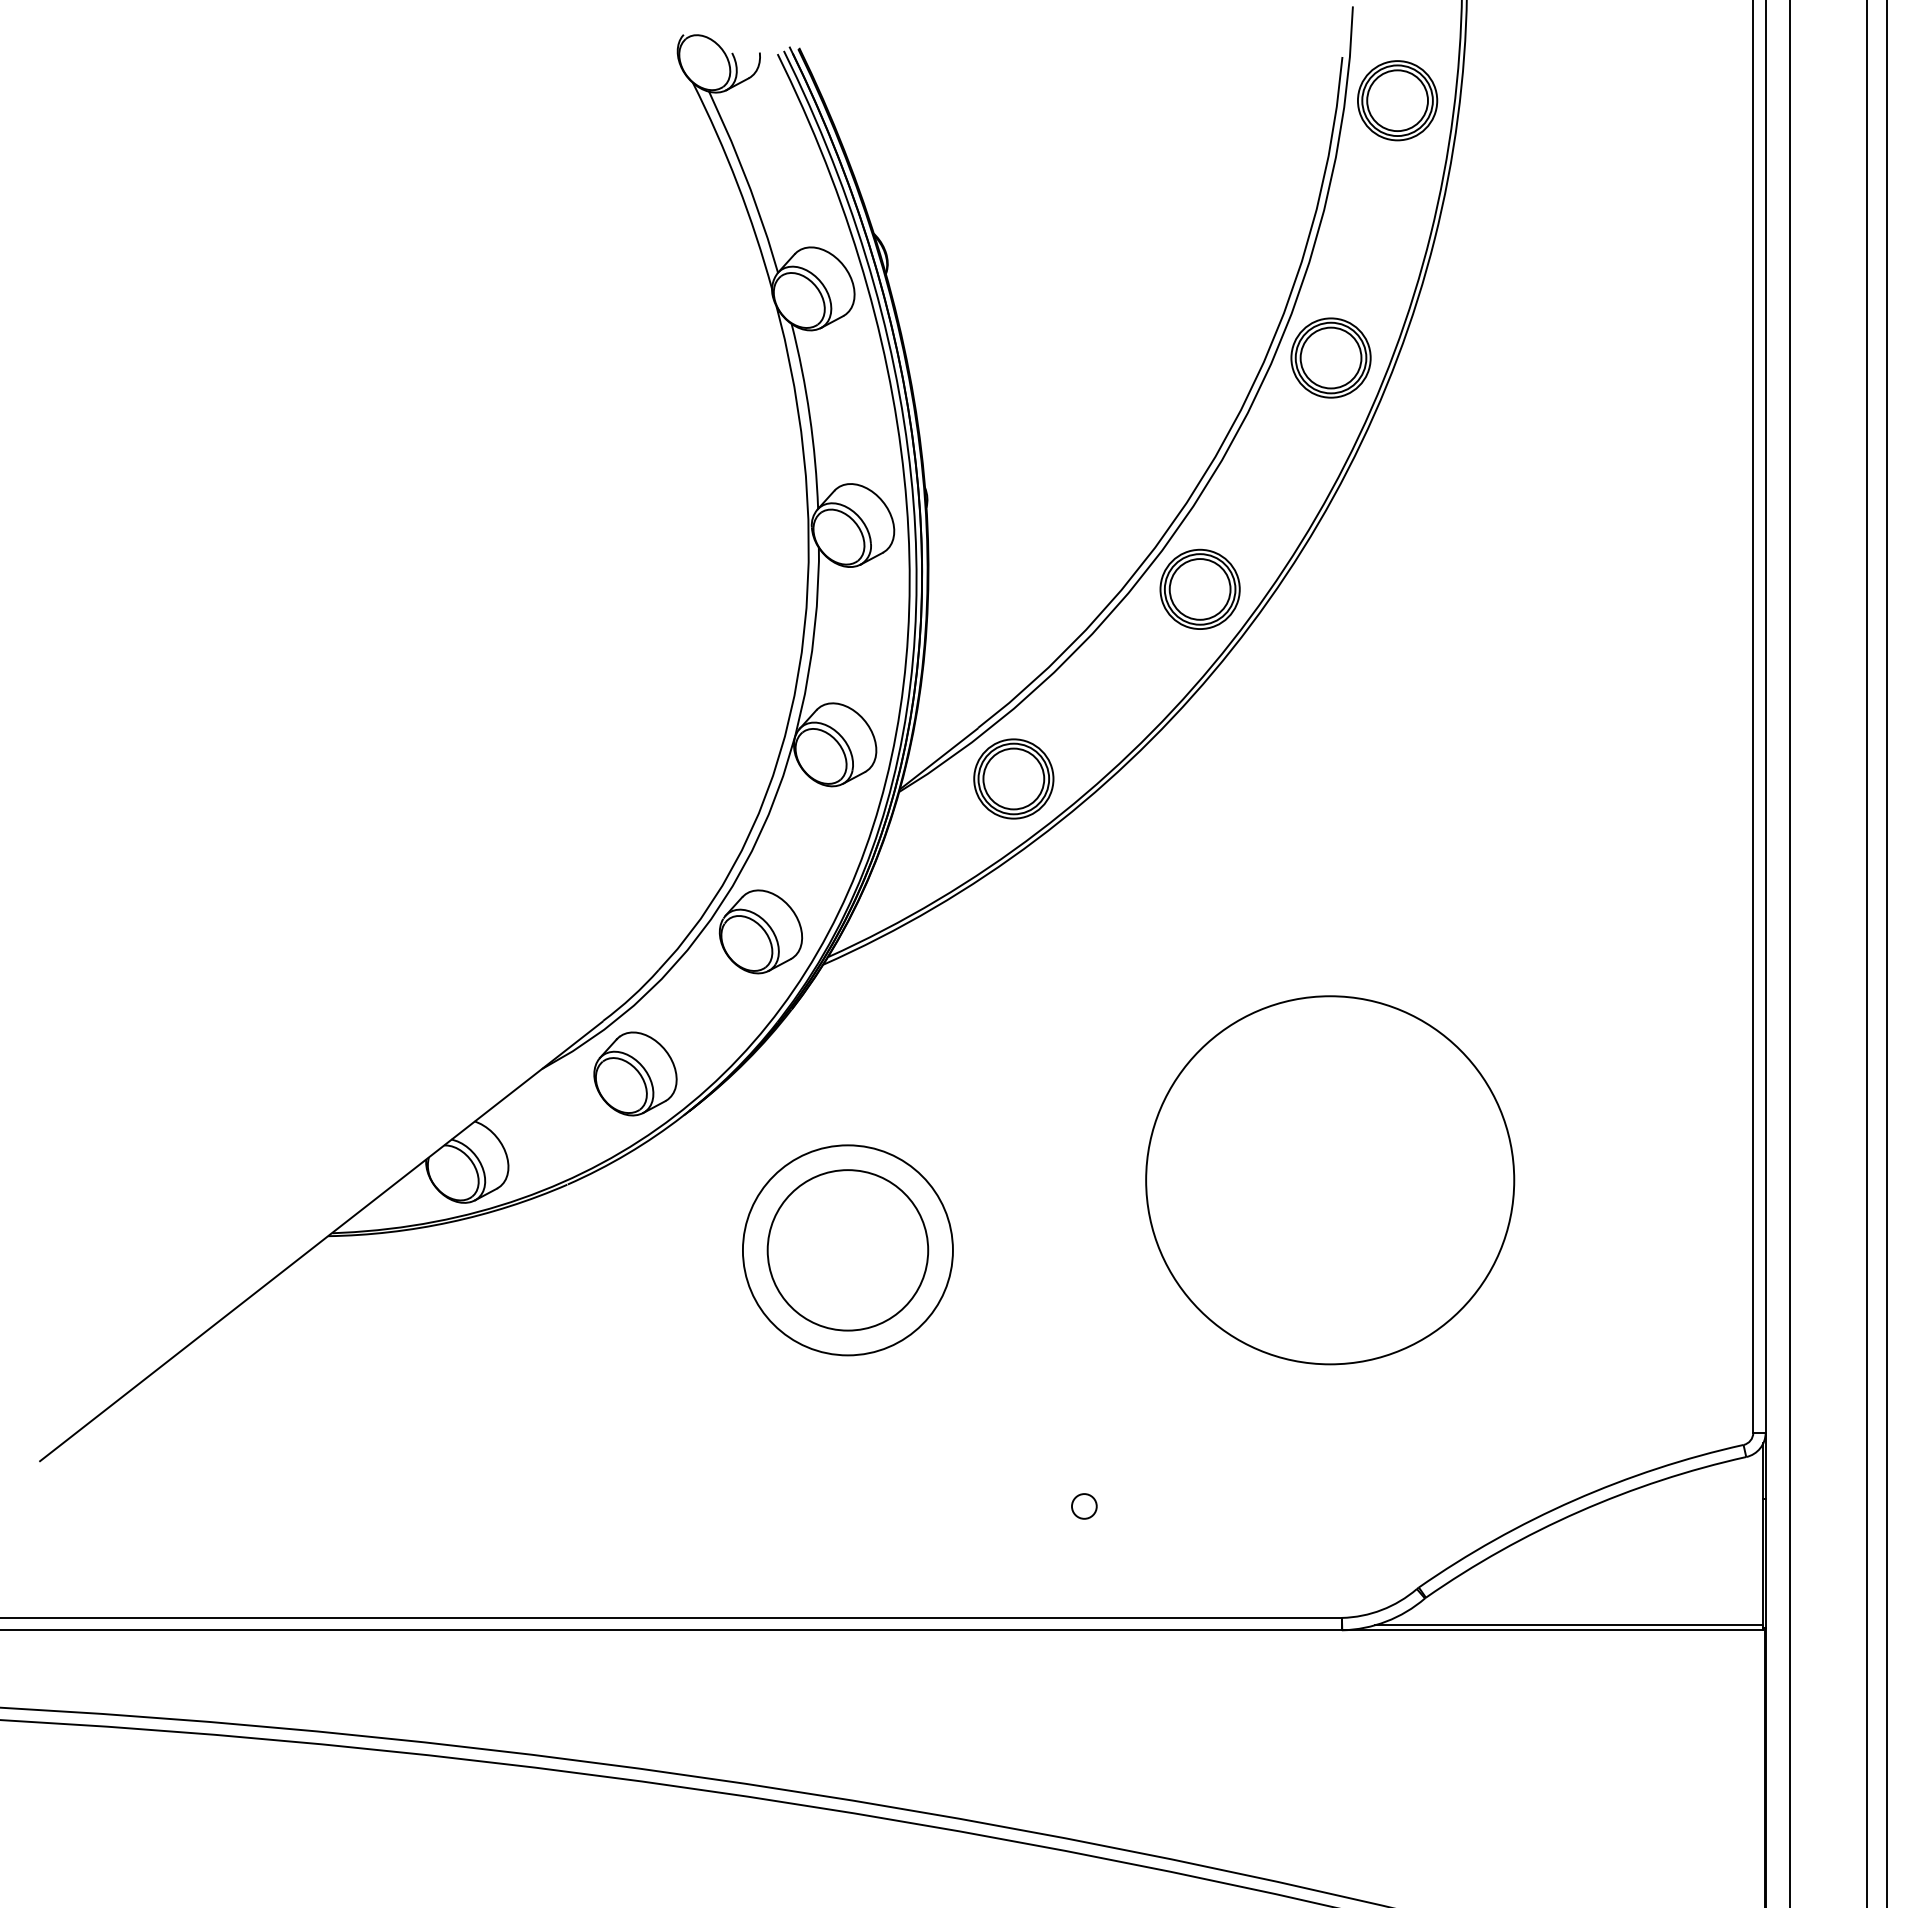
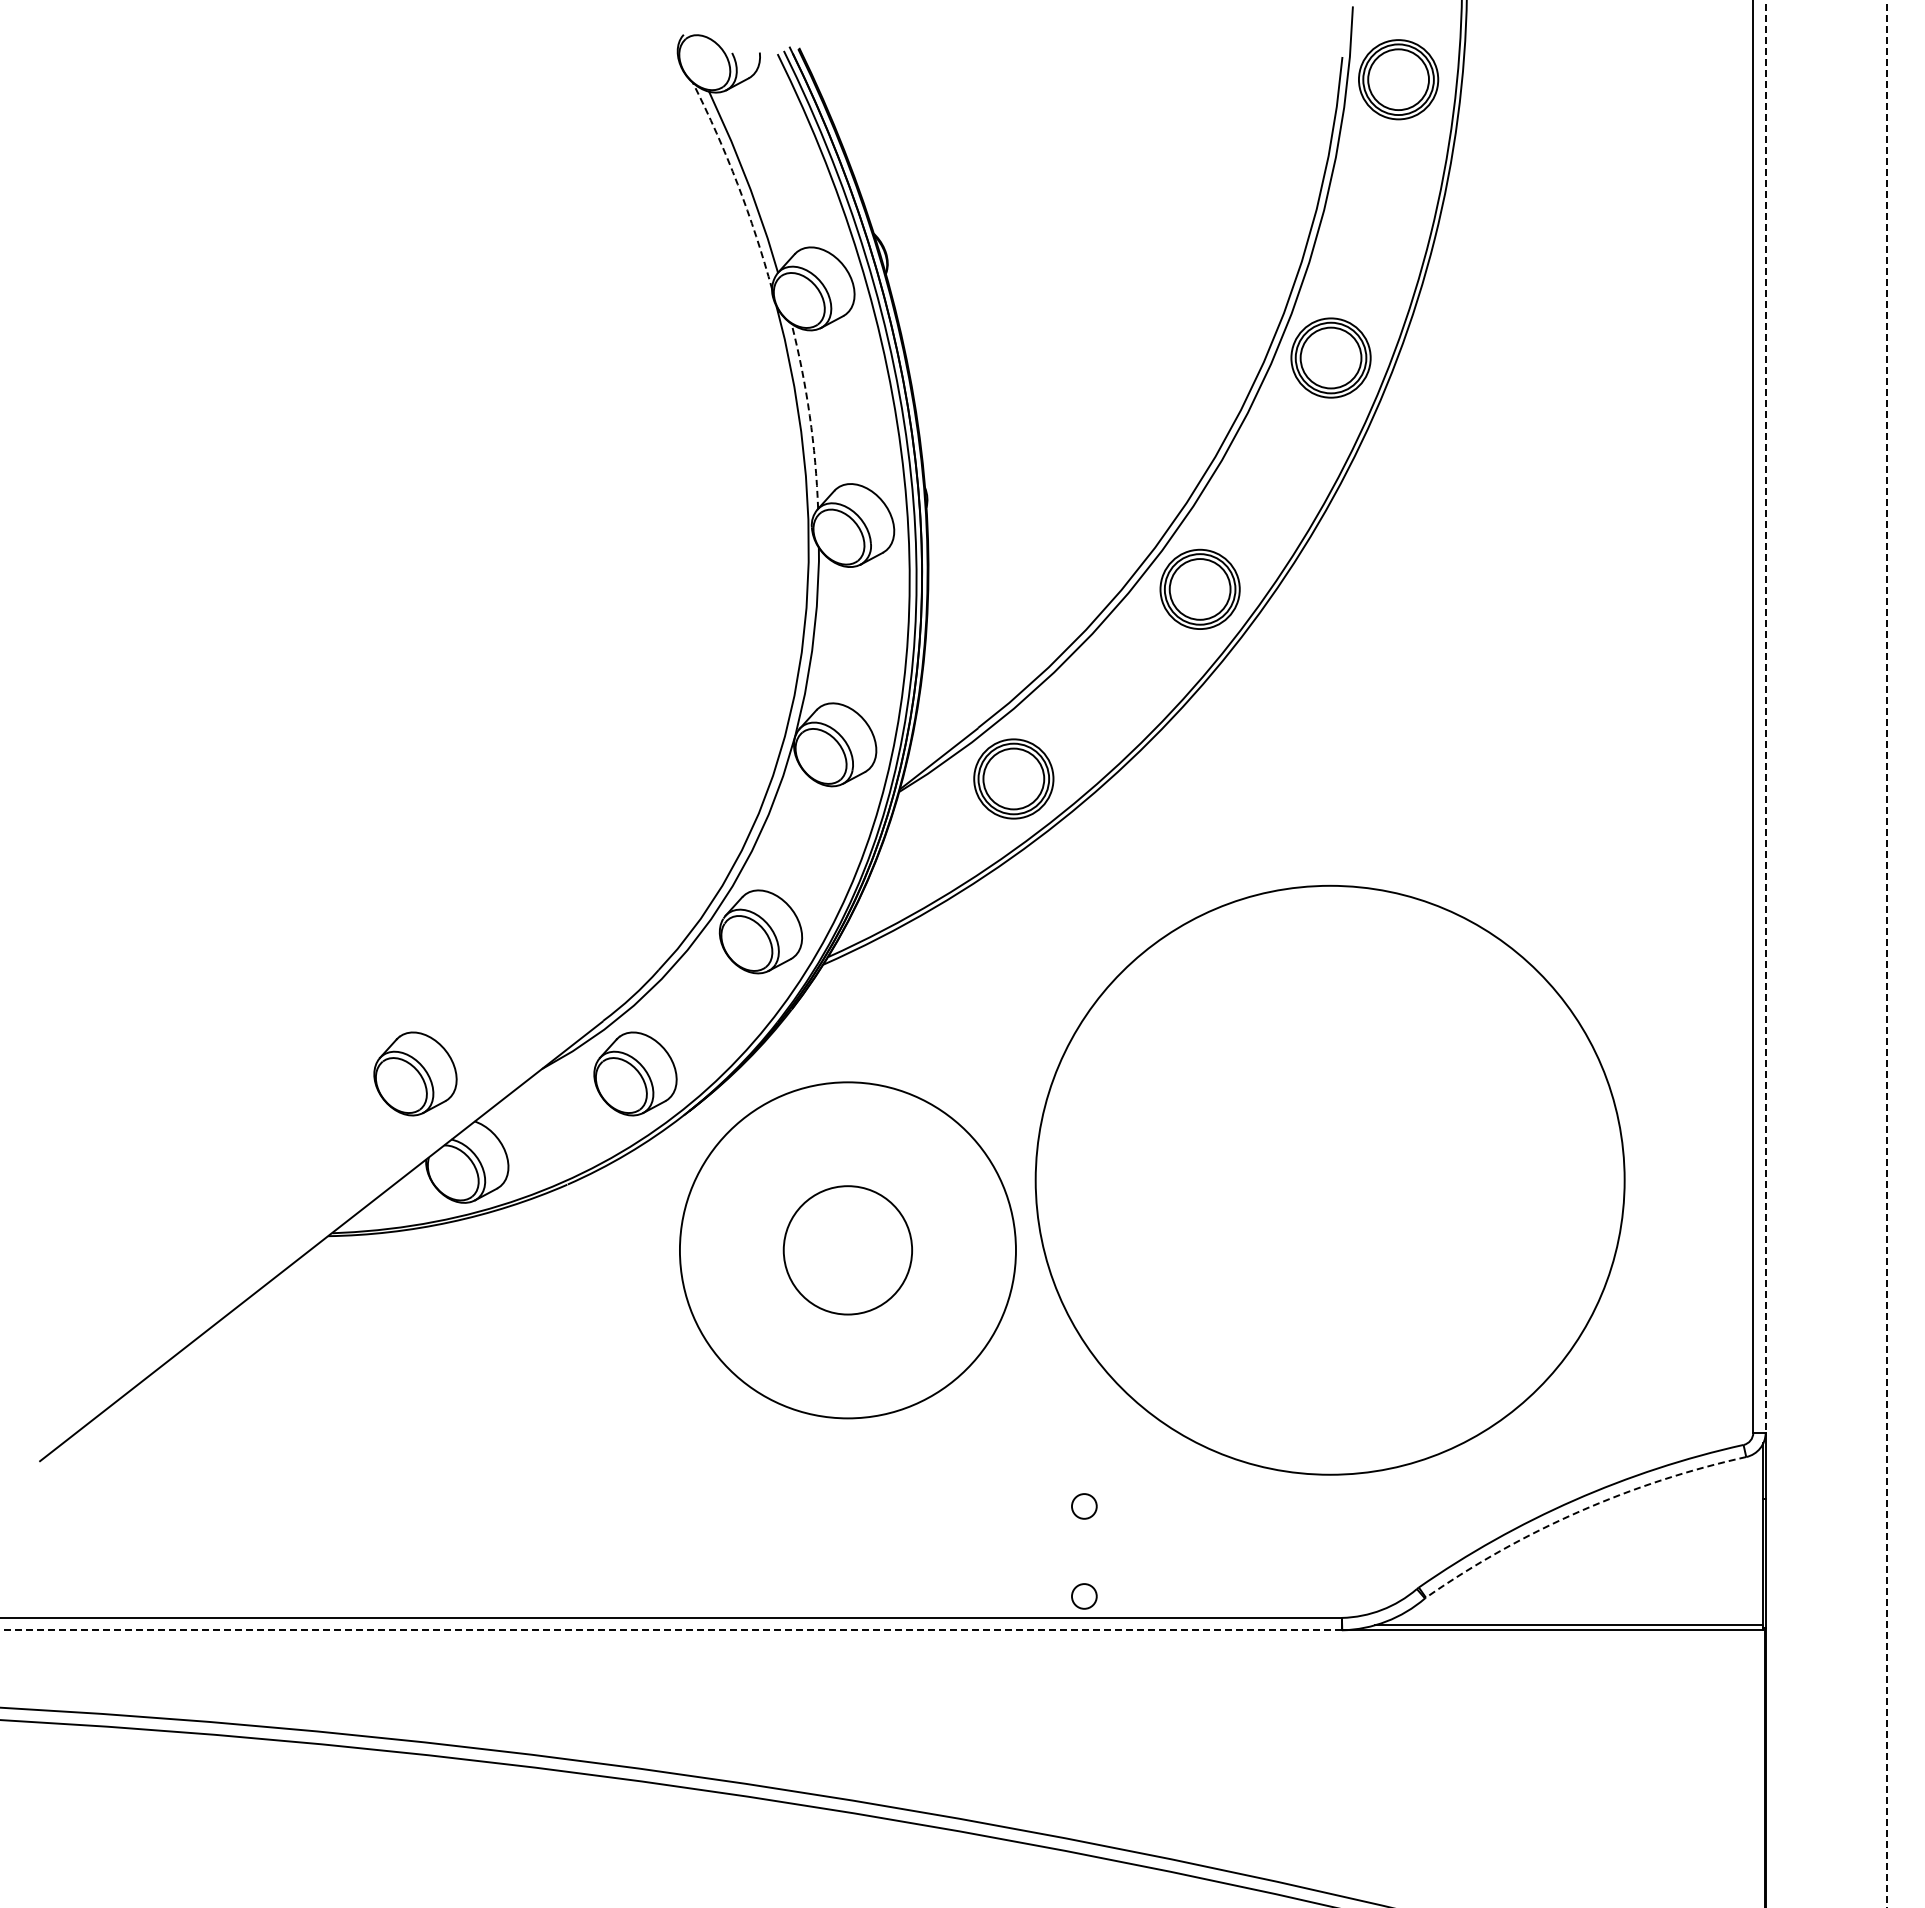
part at (1397, 100) position: (1397, 100) -> (1398, 79)
arc at (737, 184): solid -> dashed
arc at (809, 415): solid -> dashed
line at (1765, 716): solid -> dashed
line at (1790, 953): present -> none
line at (1867, 953): present -> none
line at (1887, 954): solid -> dashed
part at (415, 1073): none -> present
circle at (1330, 1180) diameter: 368 px -> 589 px
circle at (847, 1250) diameter: 160 px -> 128 px
circle at (847, 1250) diameter: 210 px -> 336 px
arc at (1579, 1511): solid -> dashed
circle at (1084, 1596): none -> present
line at (671, 1630): solid -> dashed
